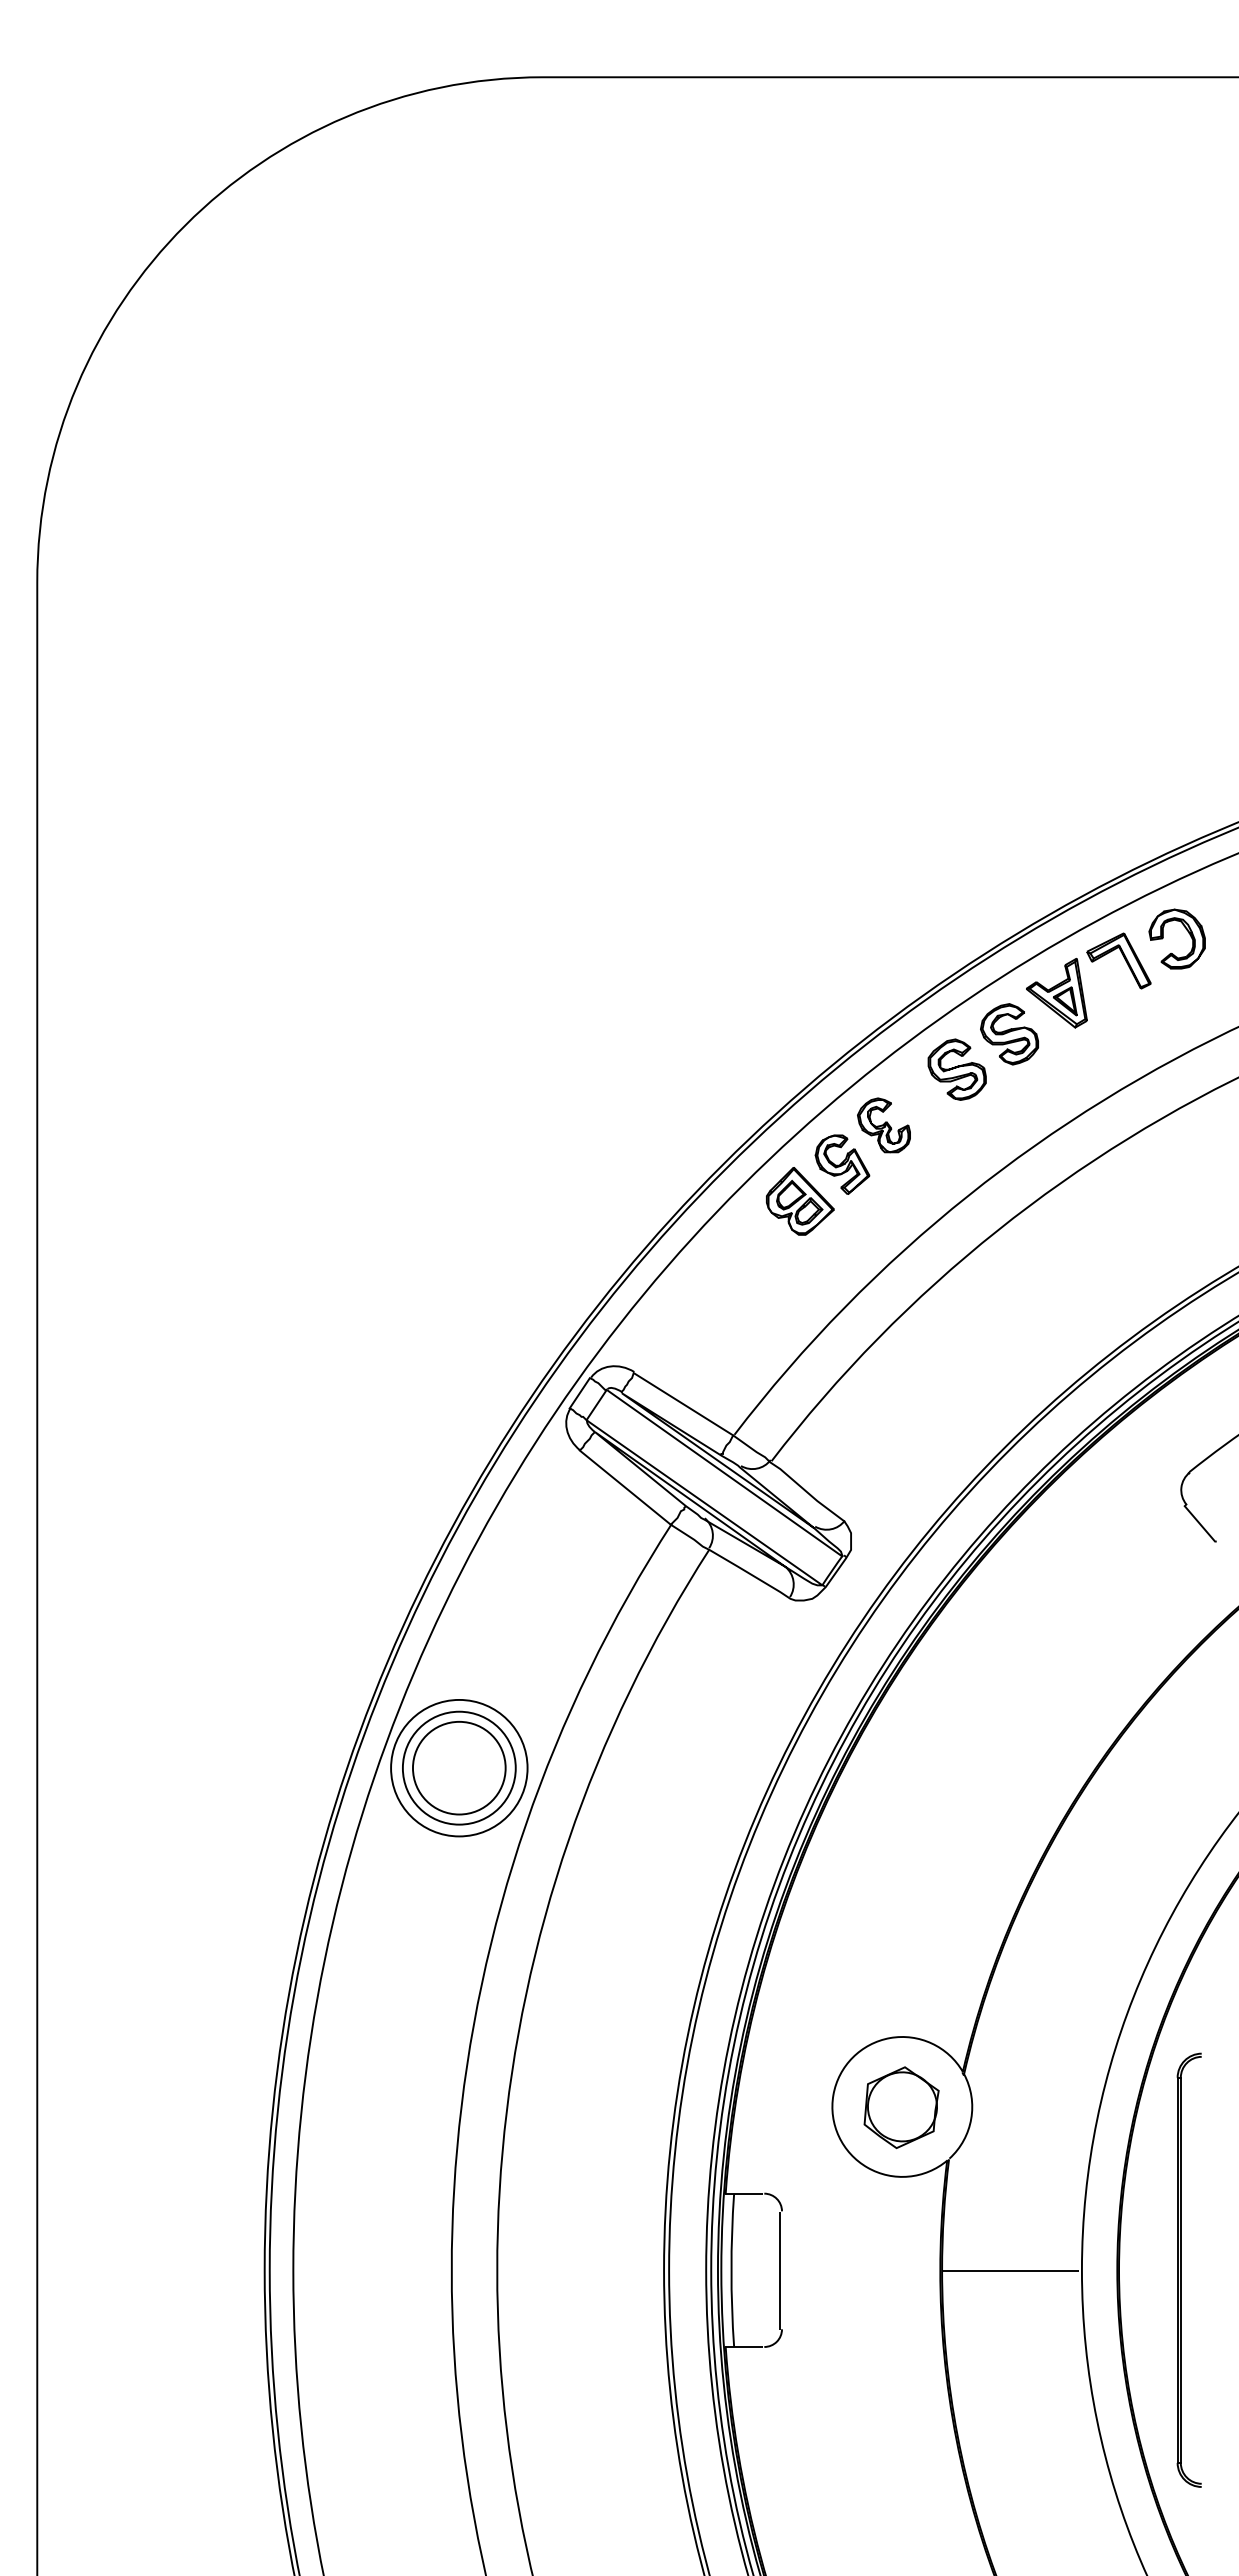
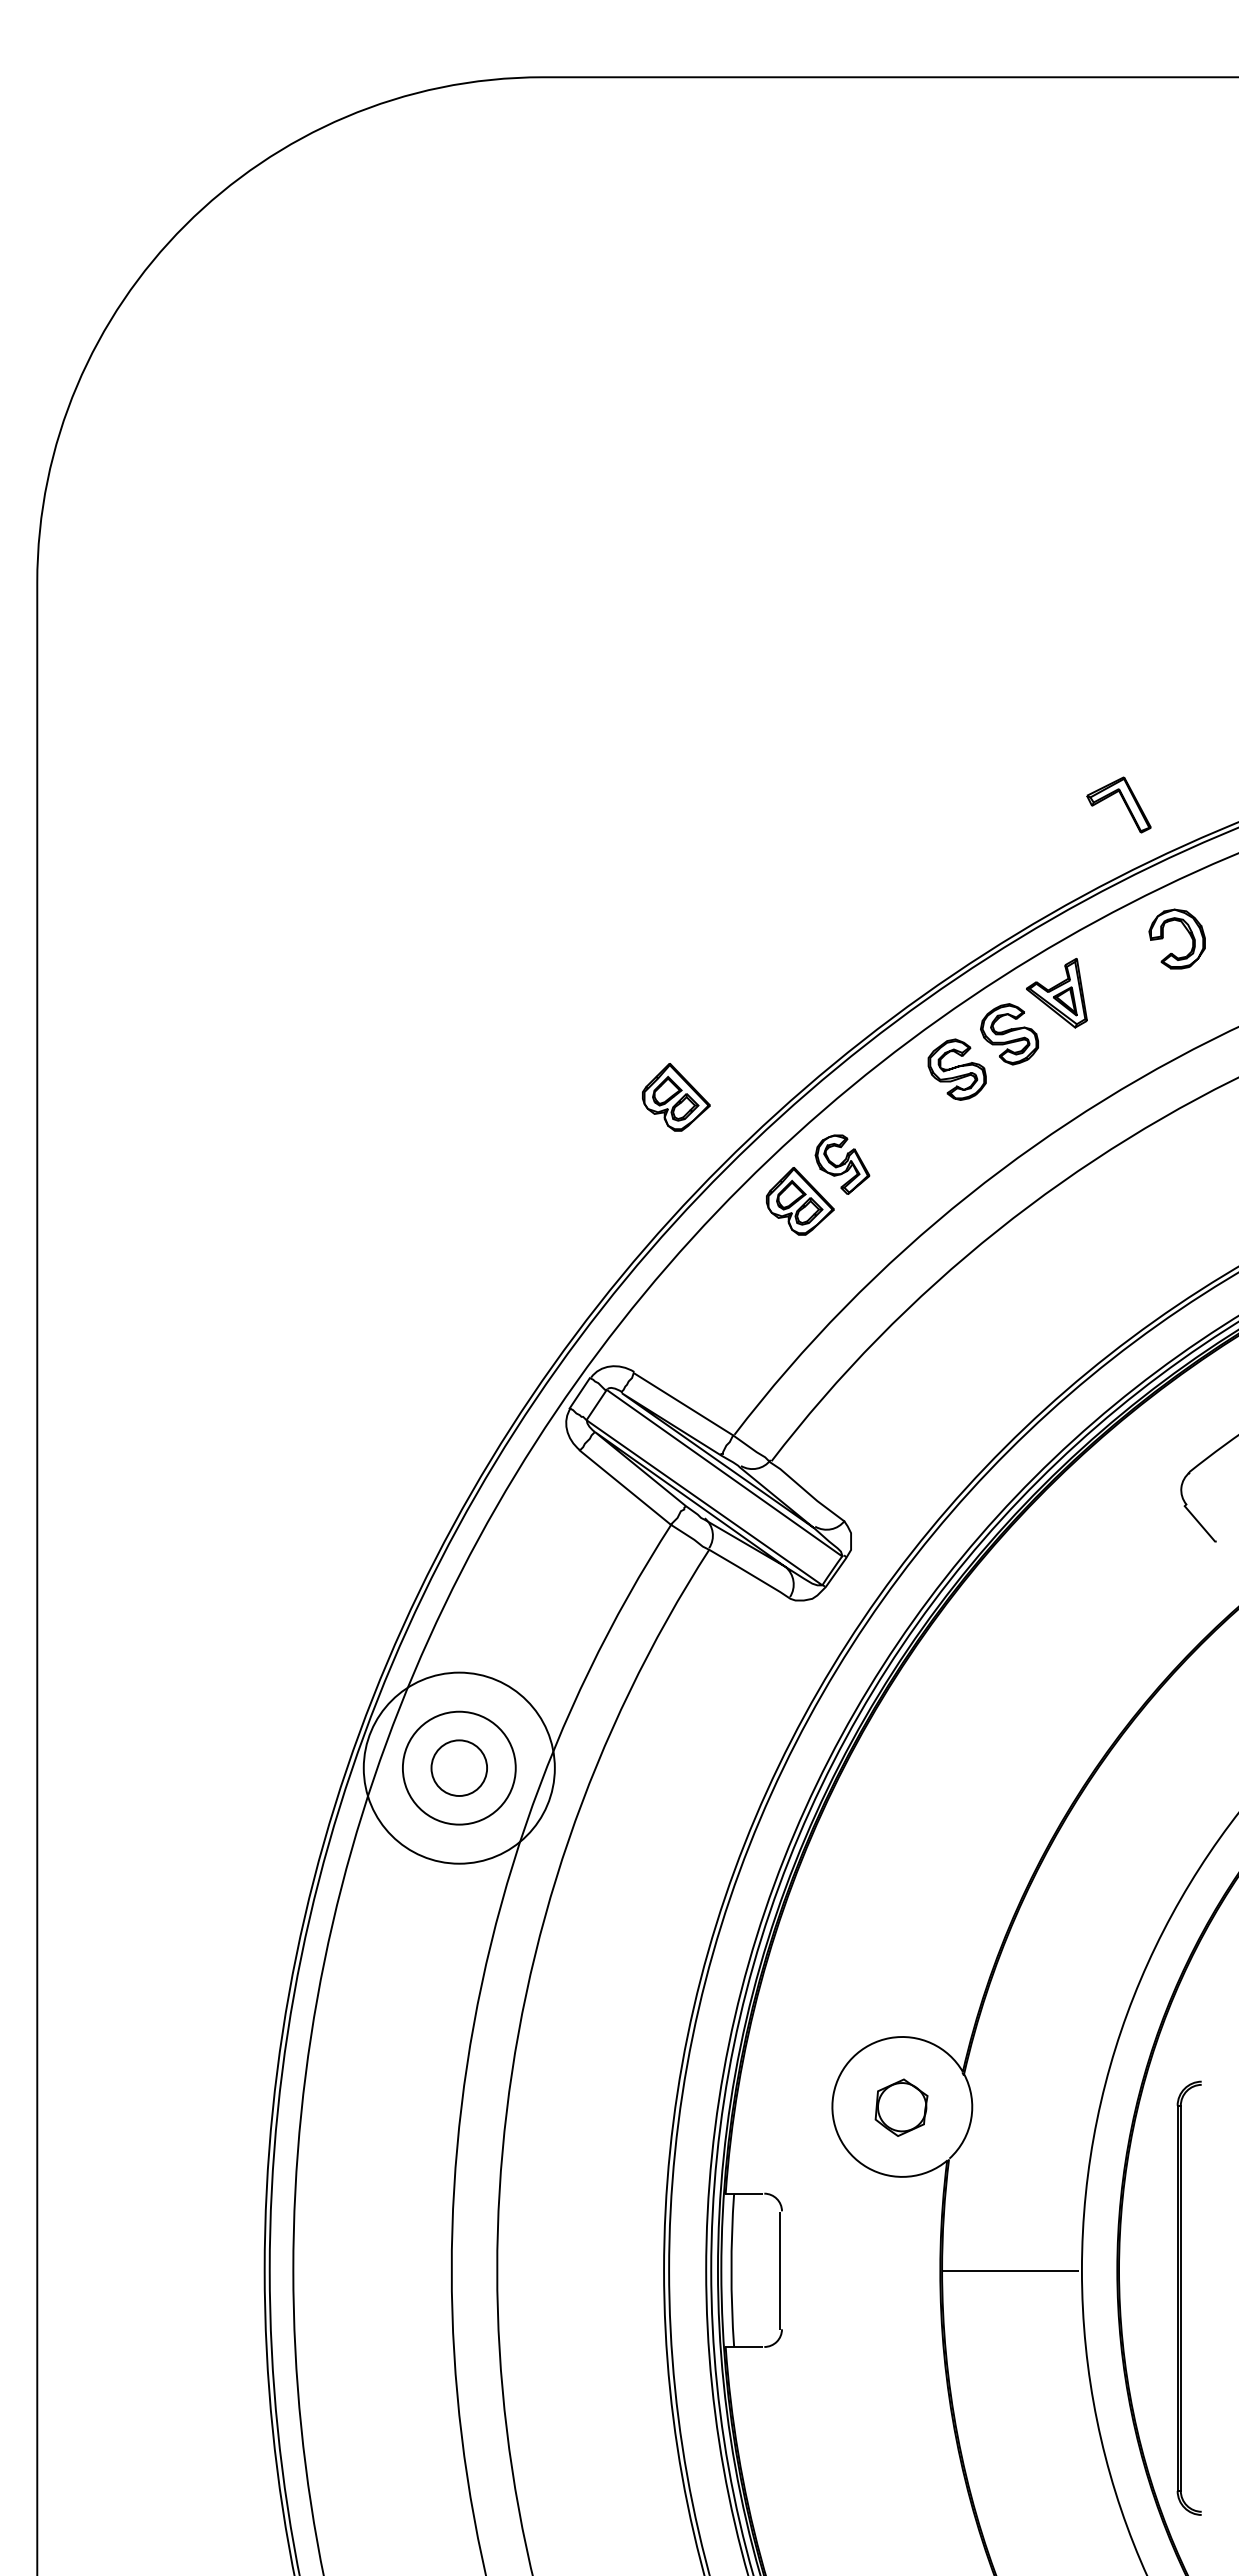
part at (1118, 960) position: (1118, 960) -> (1118, 804)
part at (676, 1097): none -> present
part at (883, 1125): present -> none
circle at (458, 1767) diameter: 93 px -> 56 px
circle at (459, 1767) diameter: 136 px -> 191 px
part at (901, 2107) size: 77x84 px -> 55x59 px
part at (1181, 2269) position: (1181, 2269) -> (1181, 2297)
